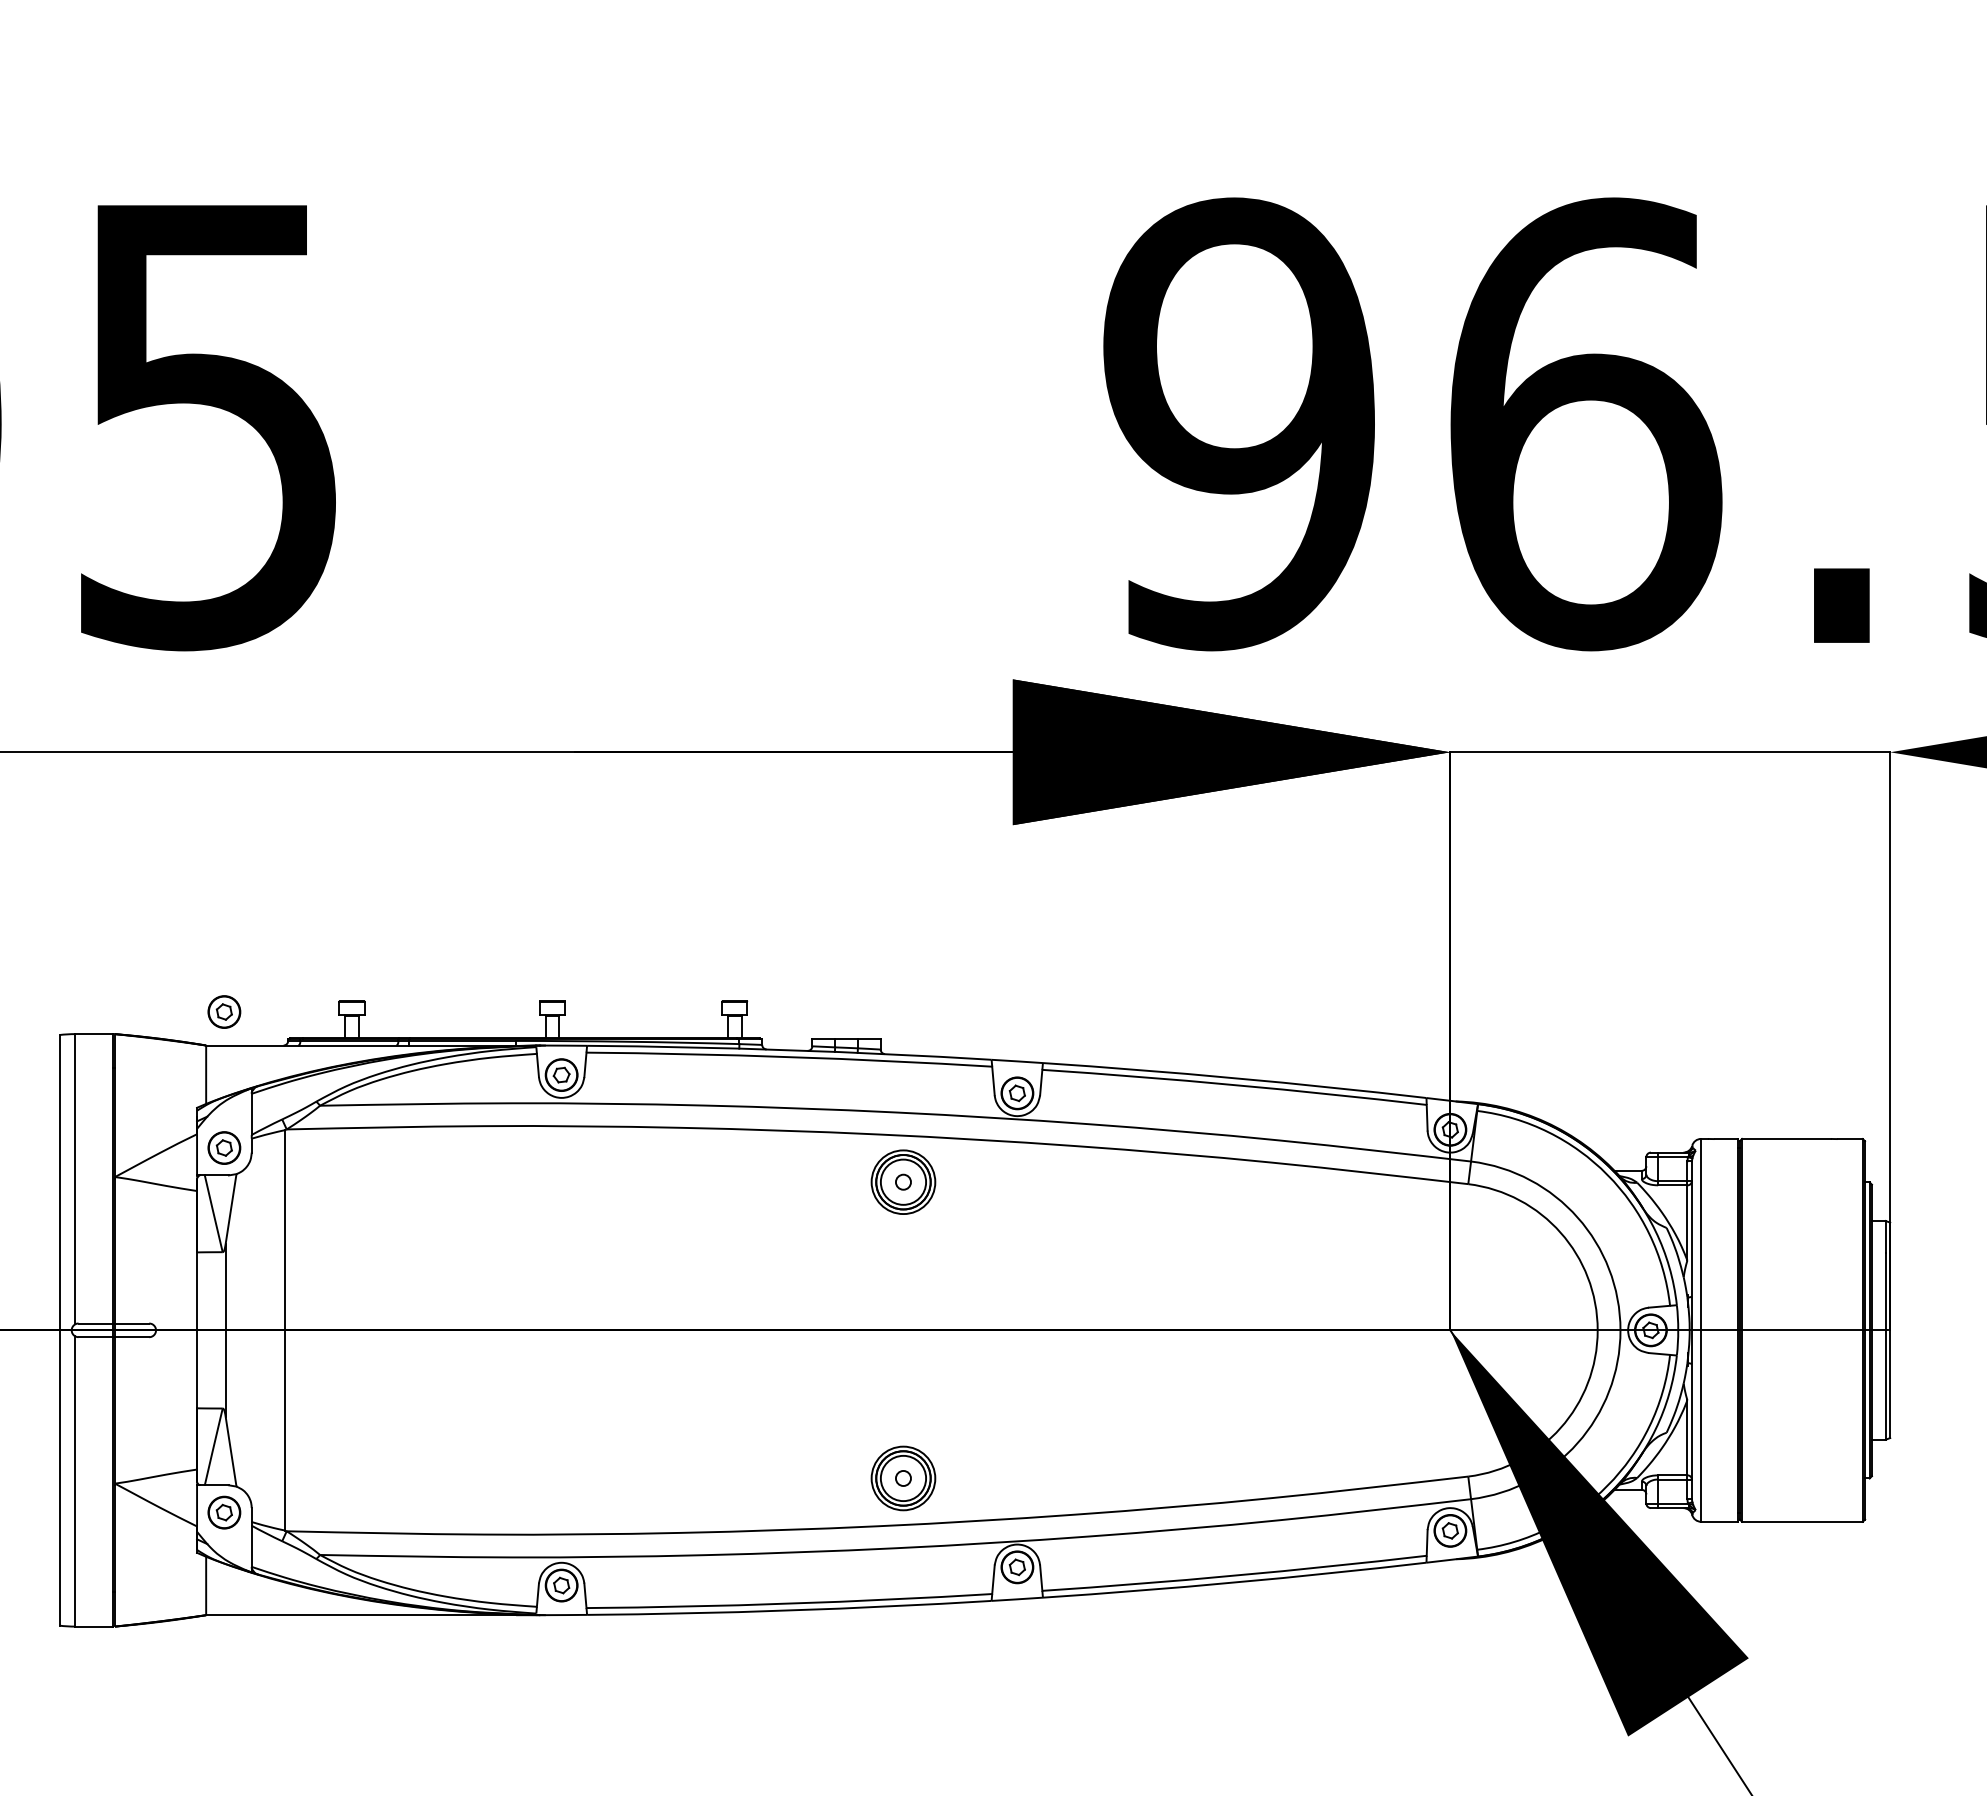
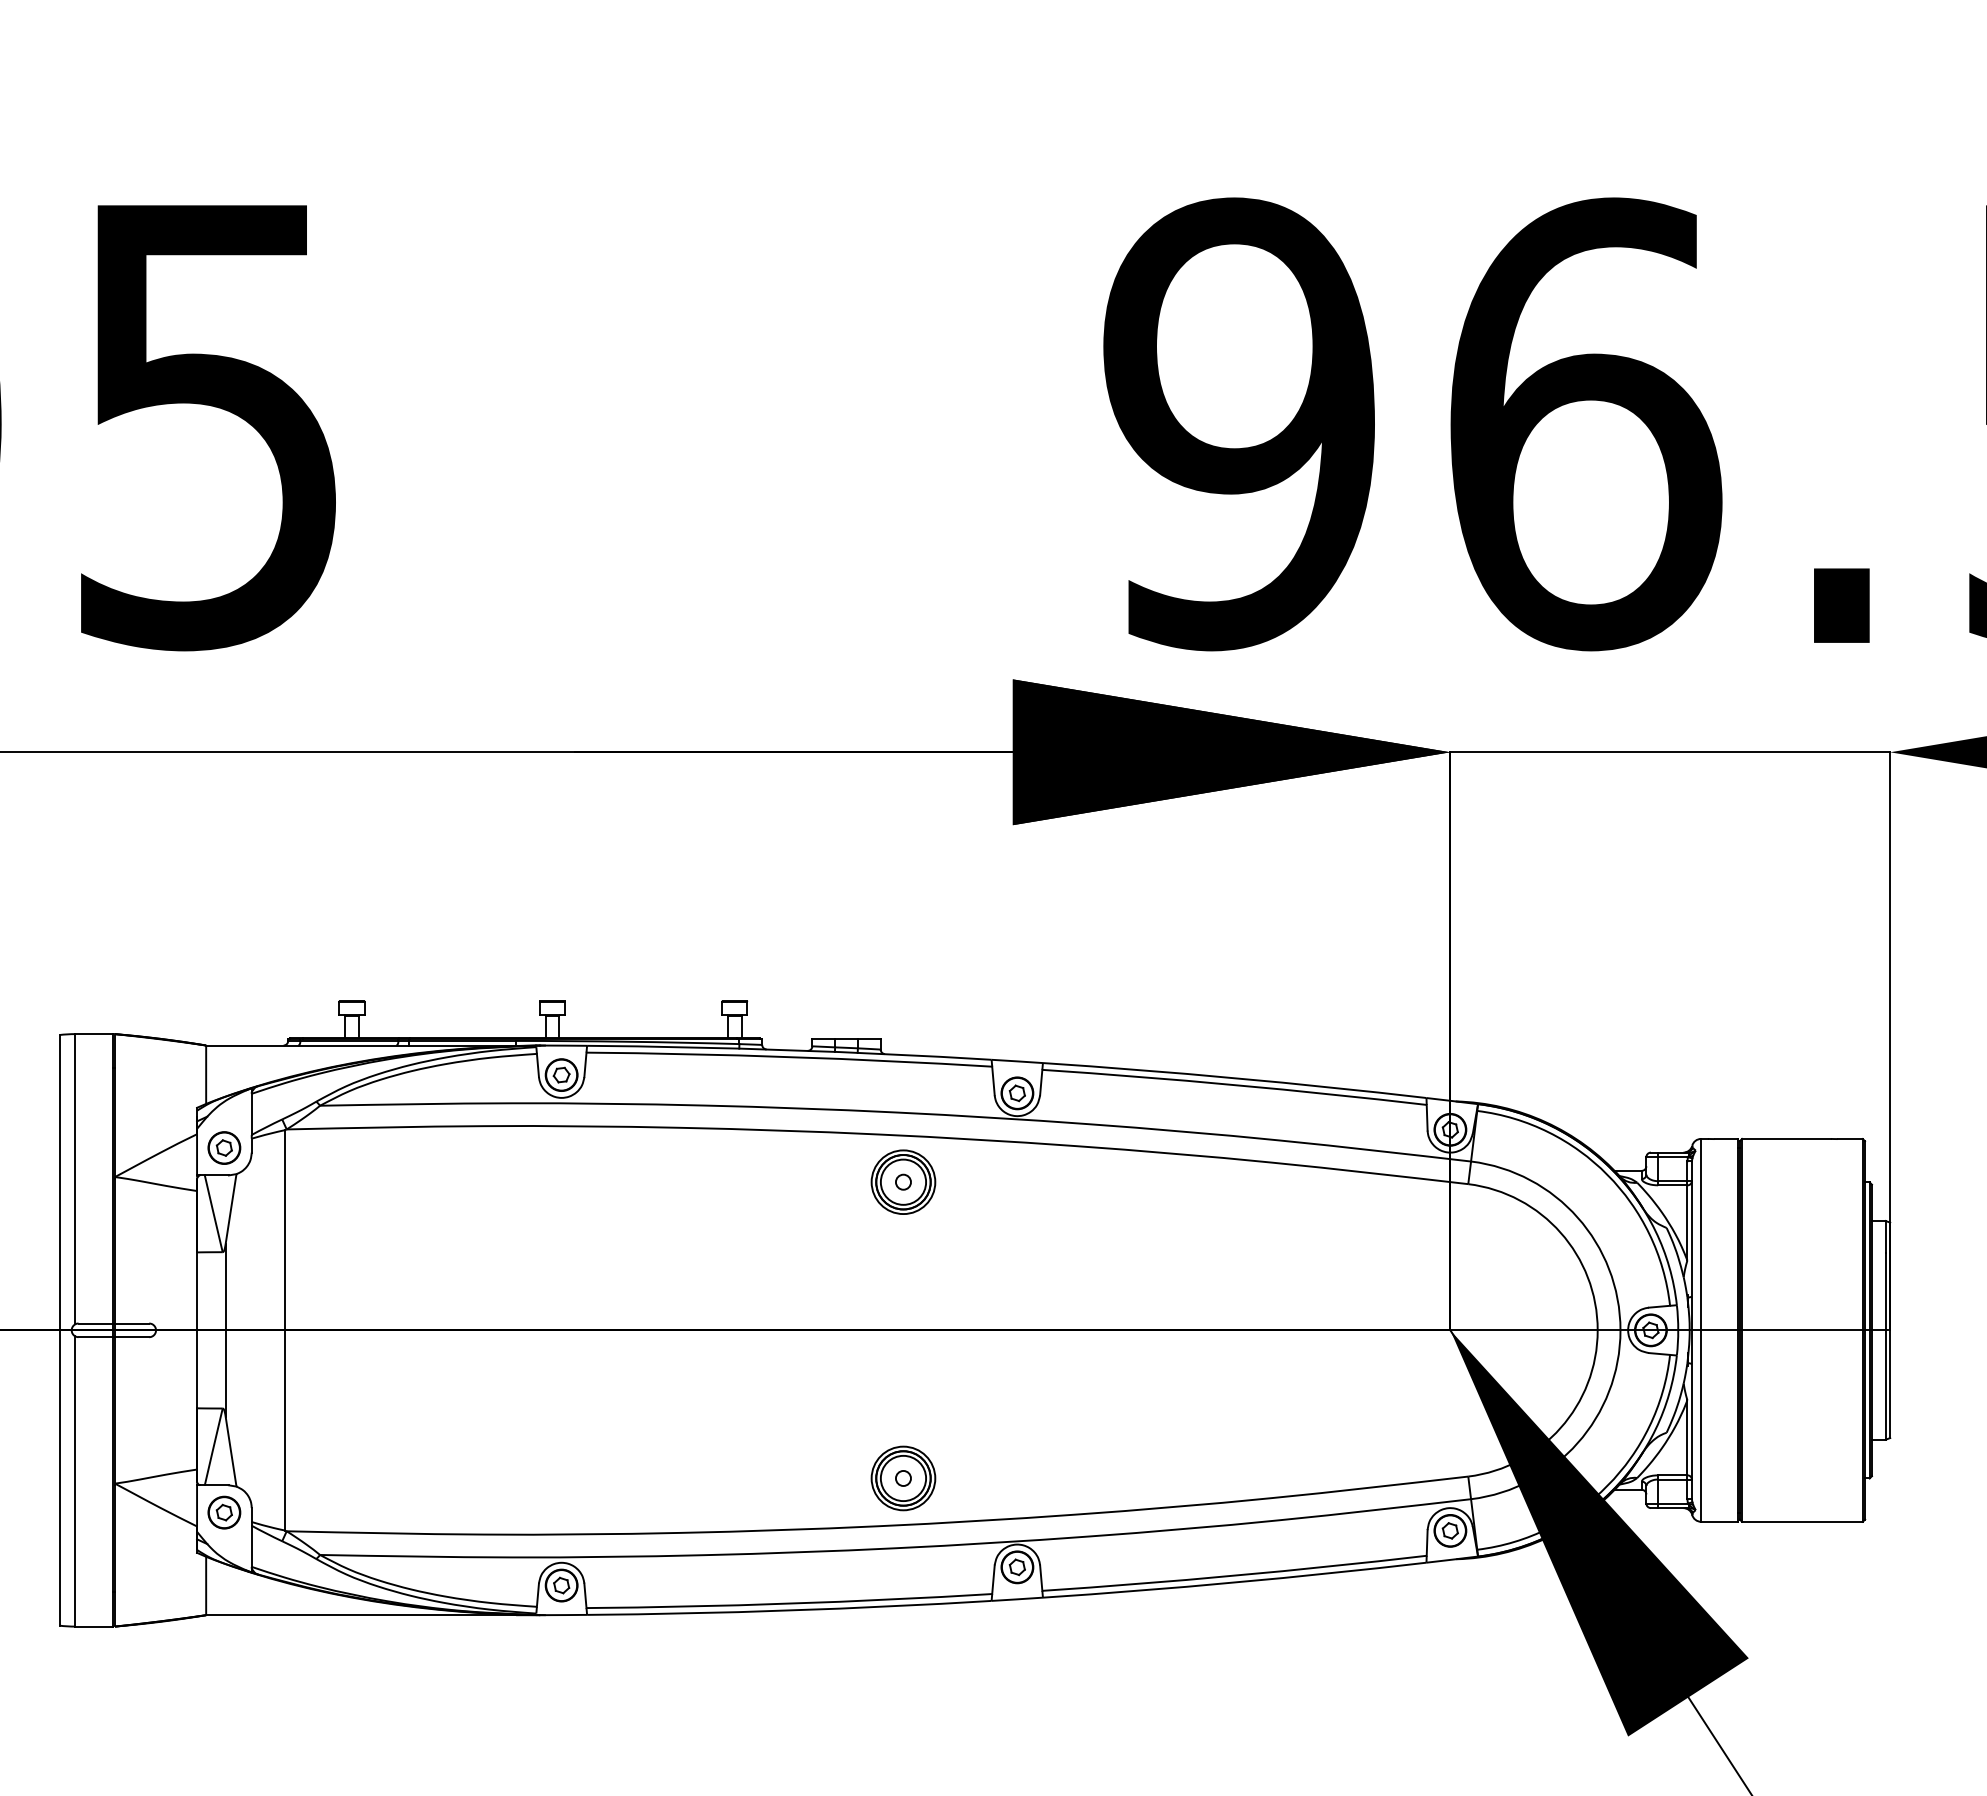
part at (224, 1011): present -> none
